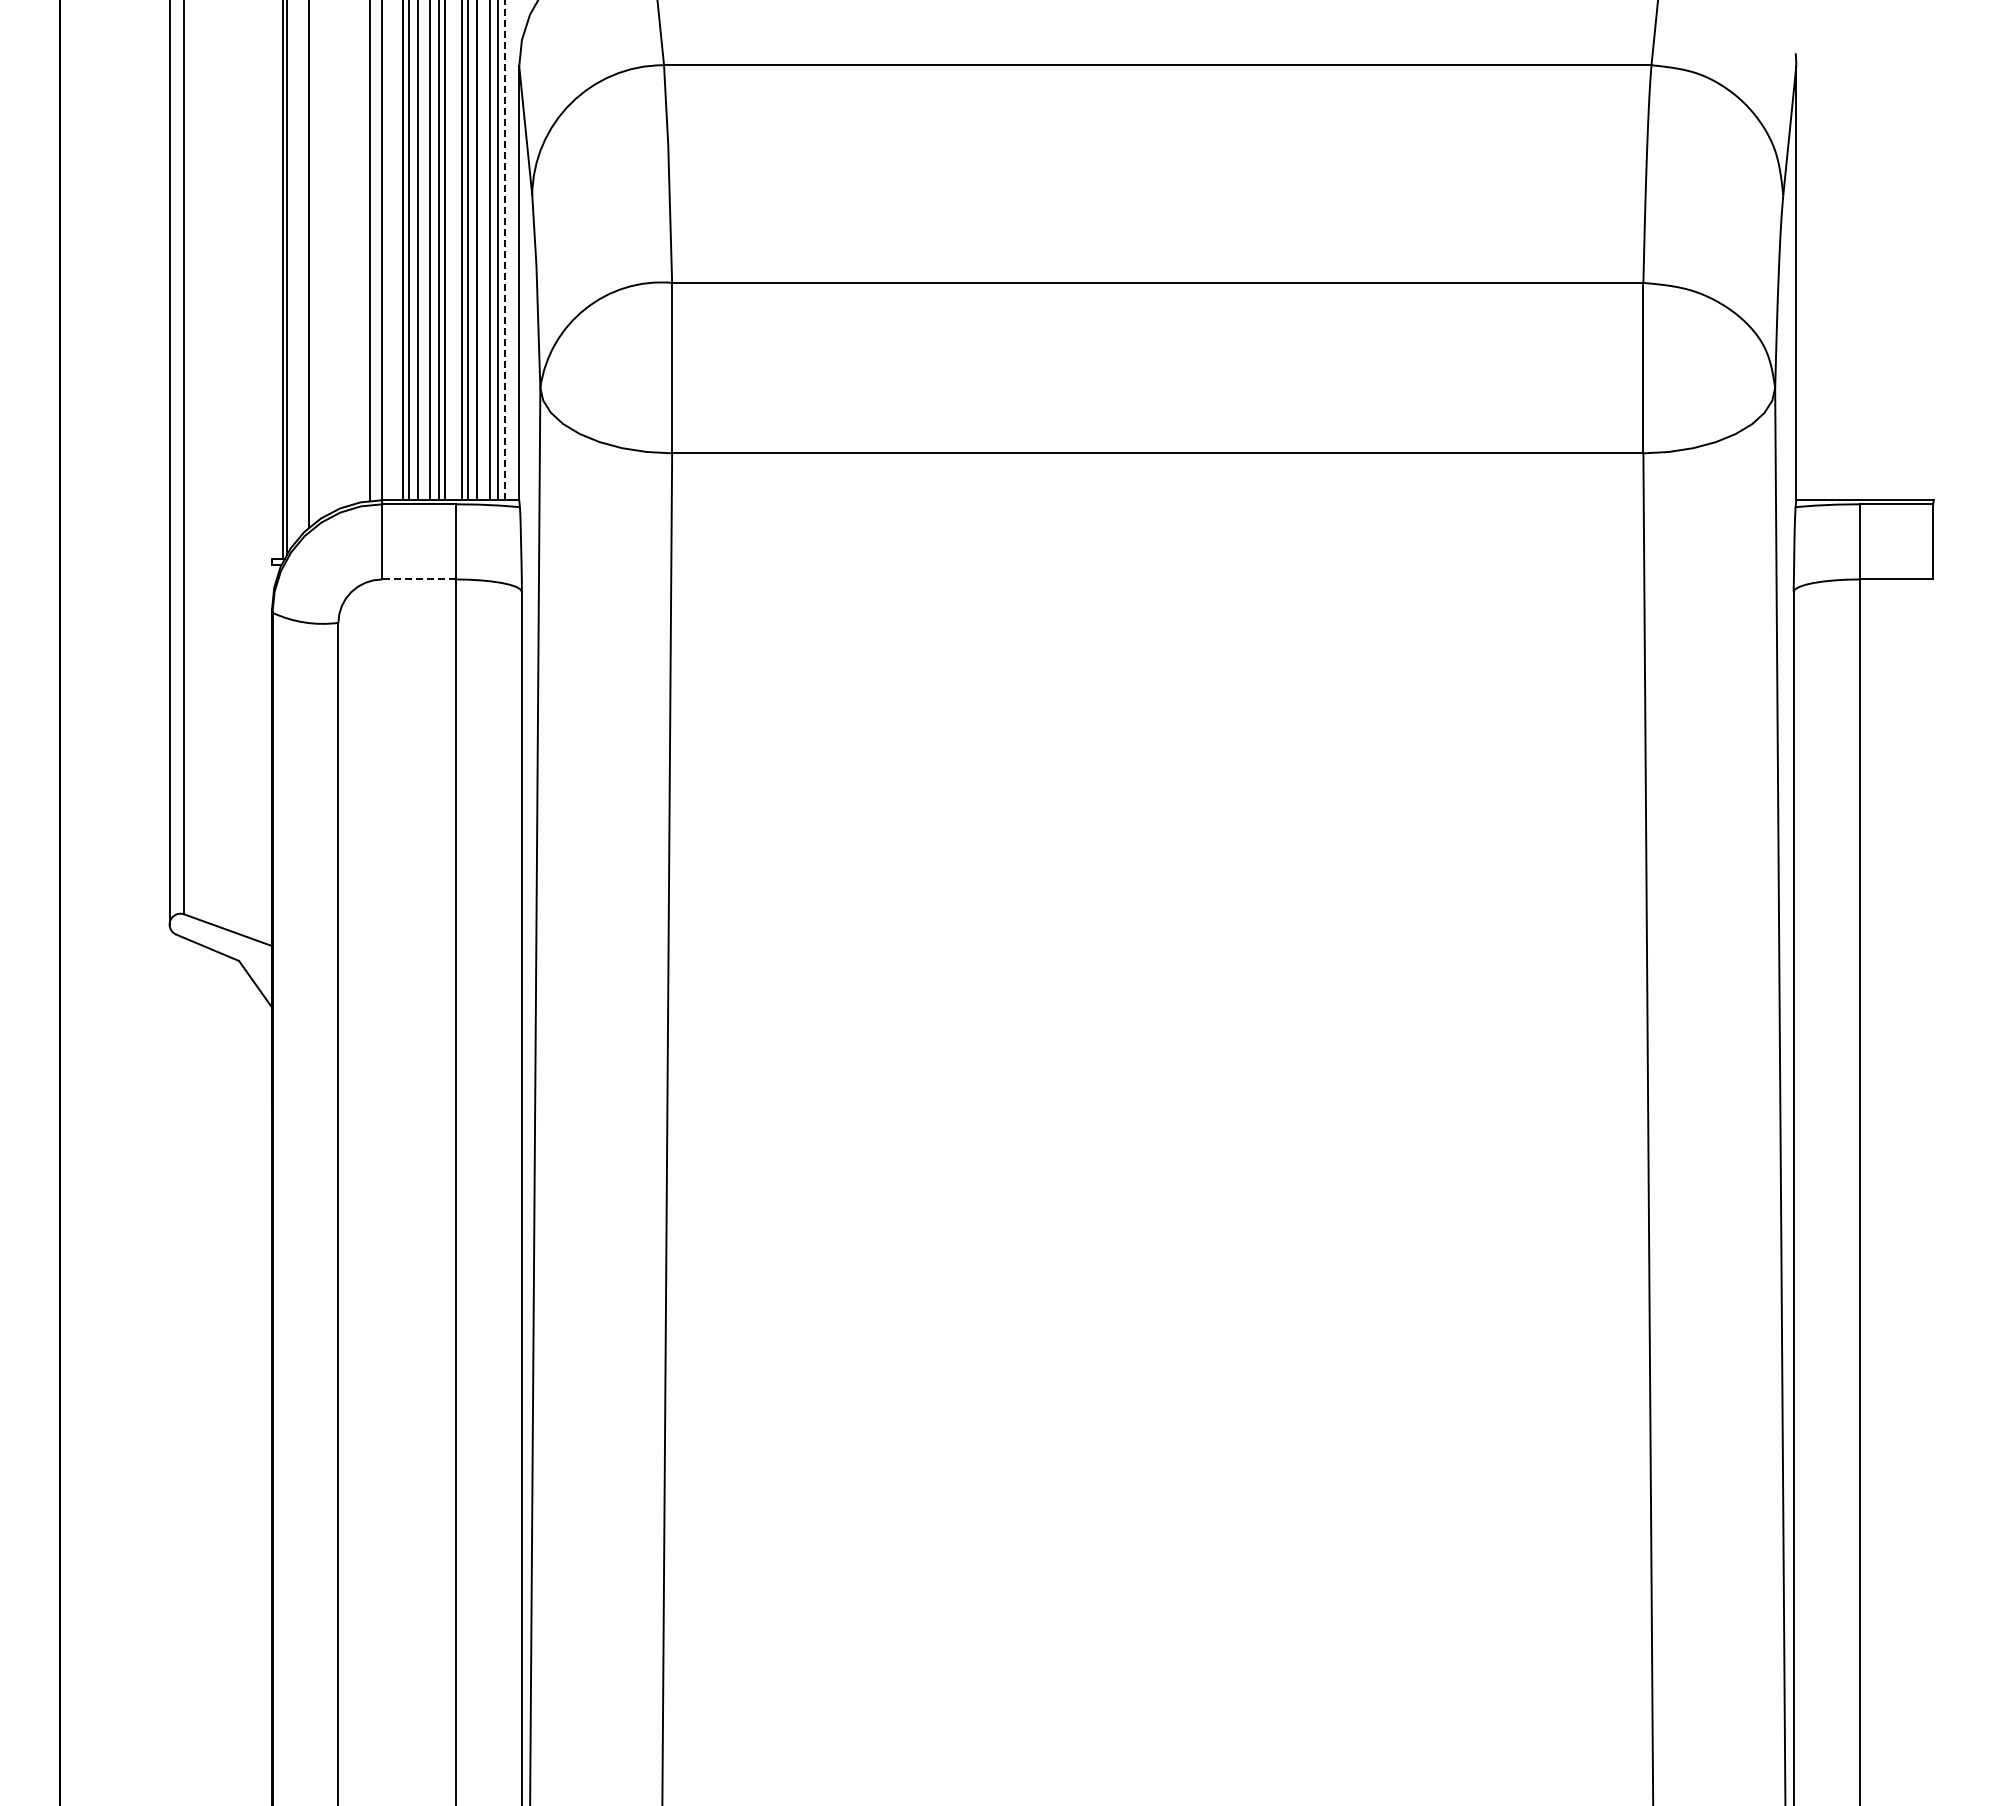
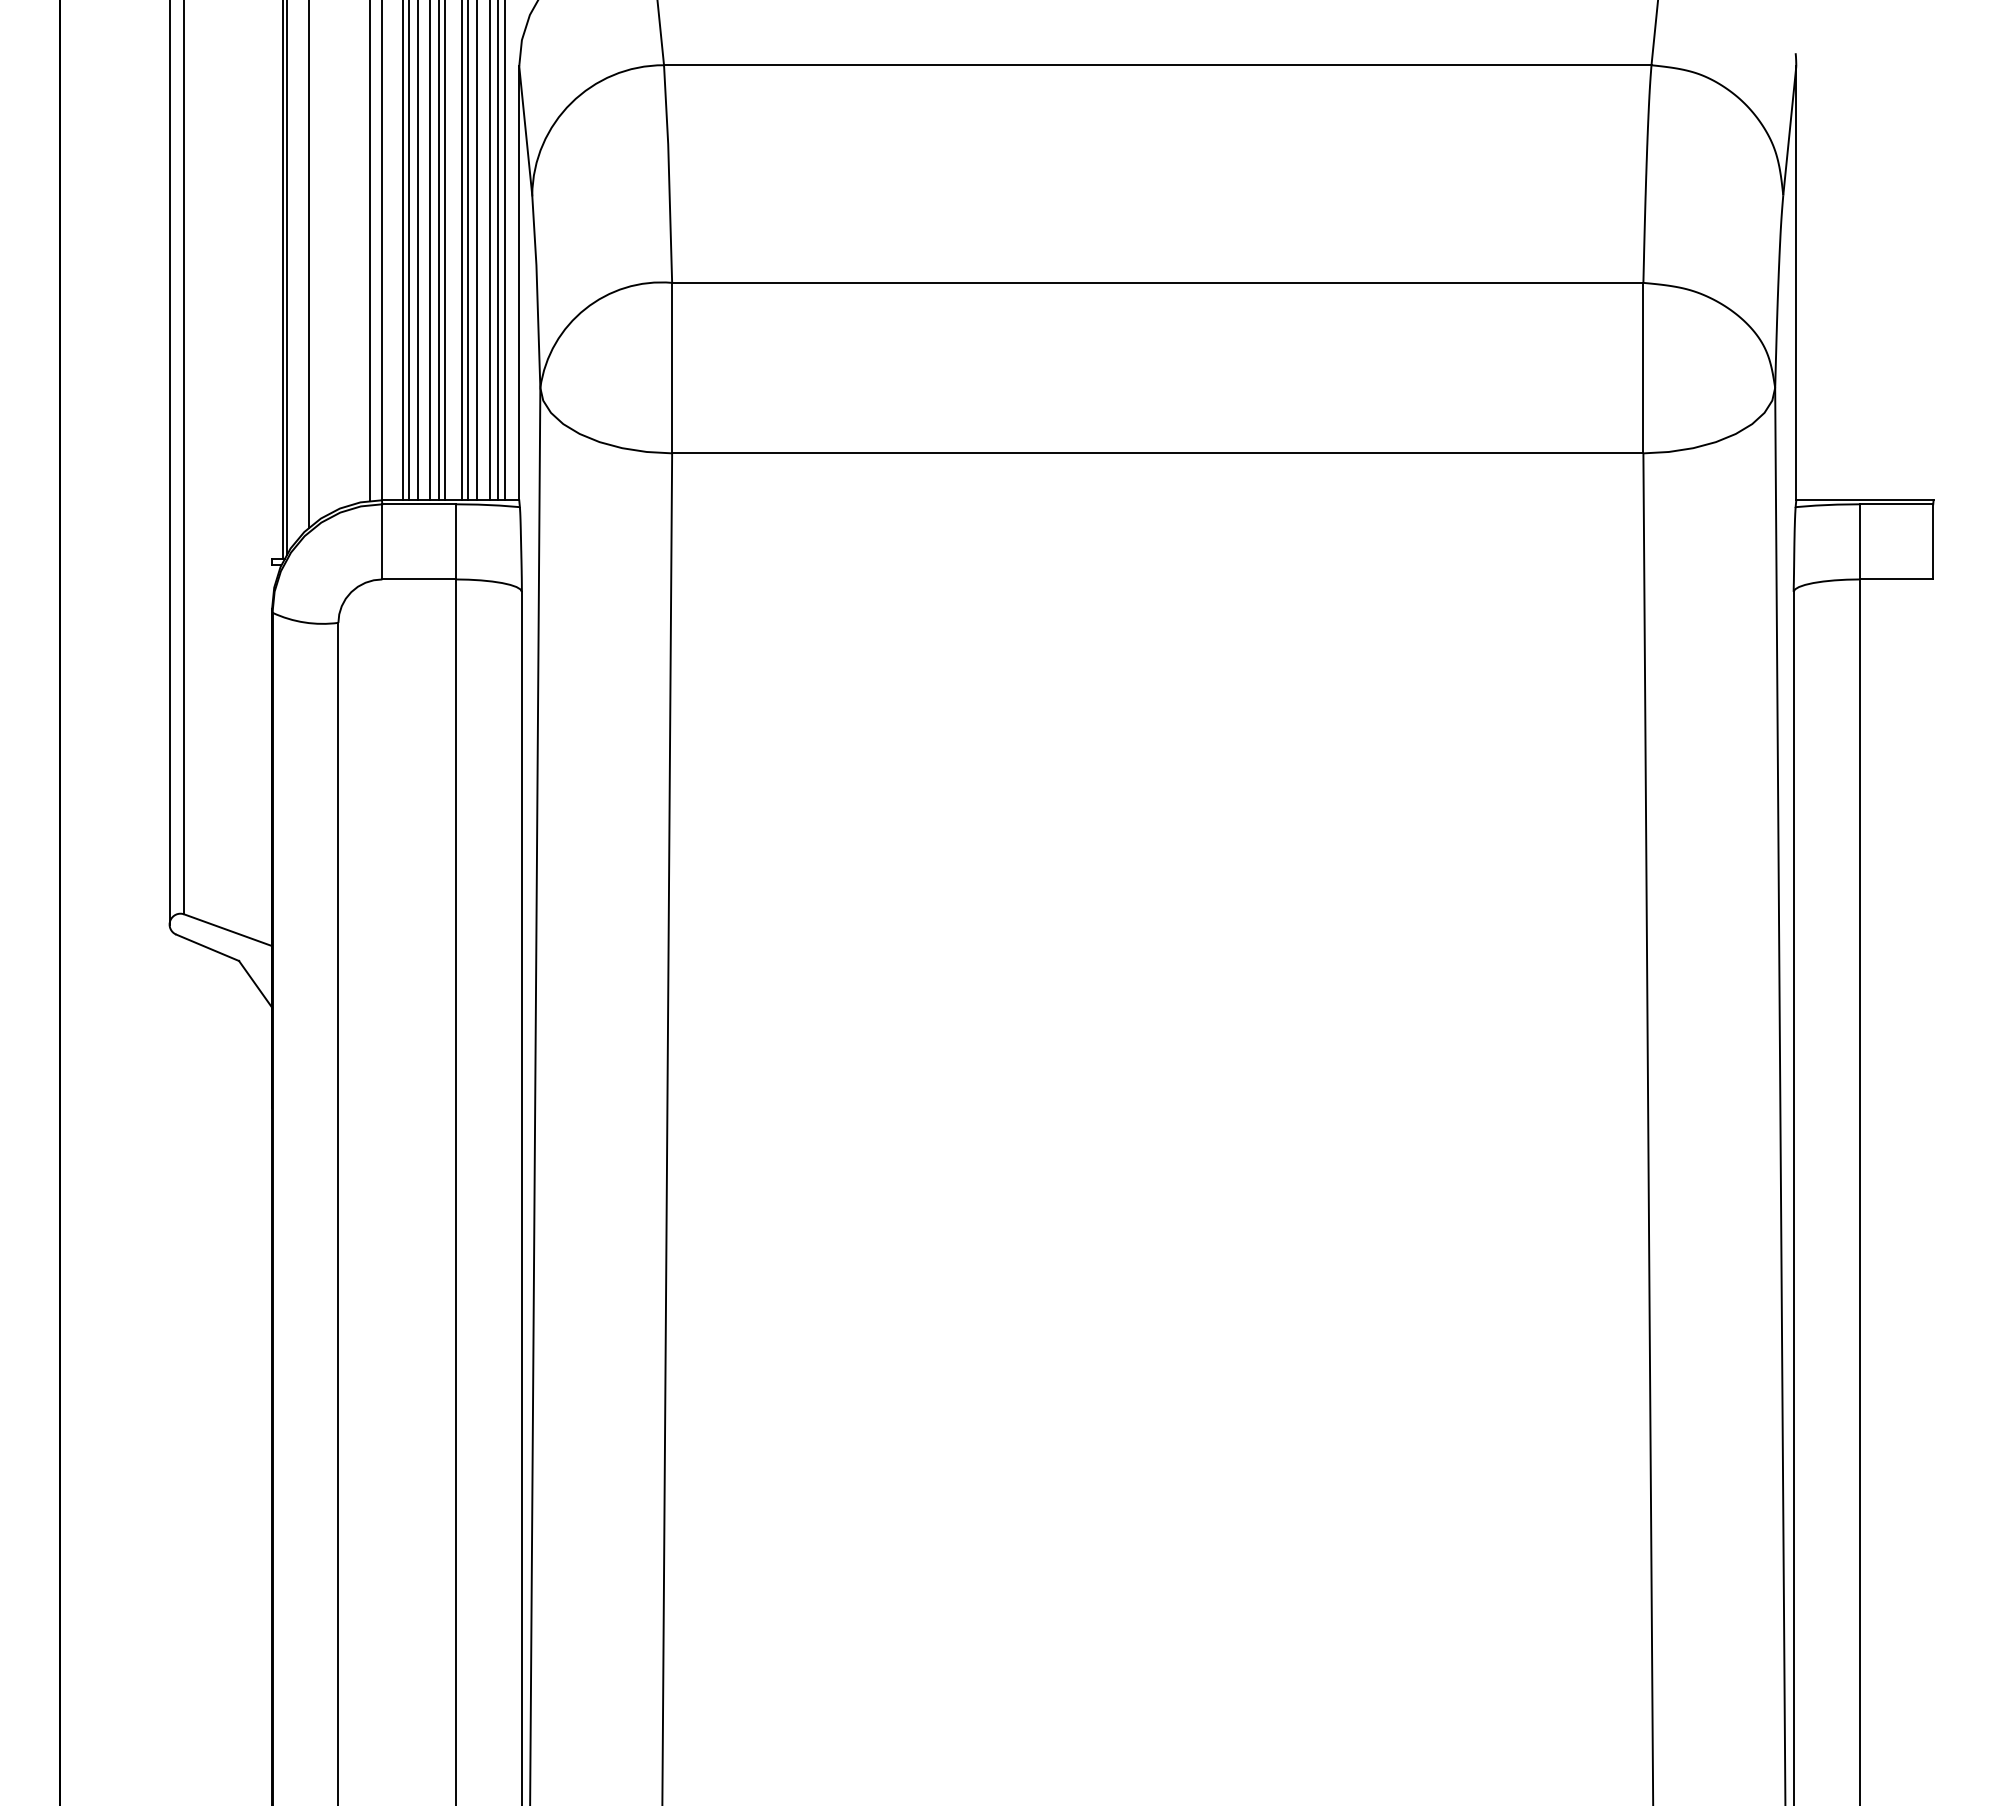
line at (504, 250): dashed -> solid
line at (419, 579): dashed -> solid
